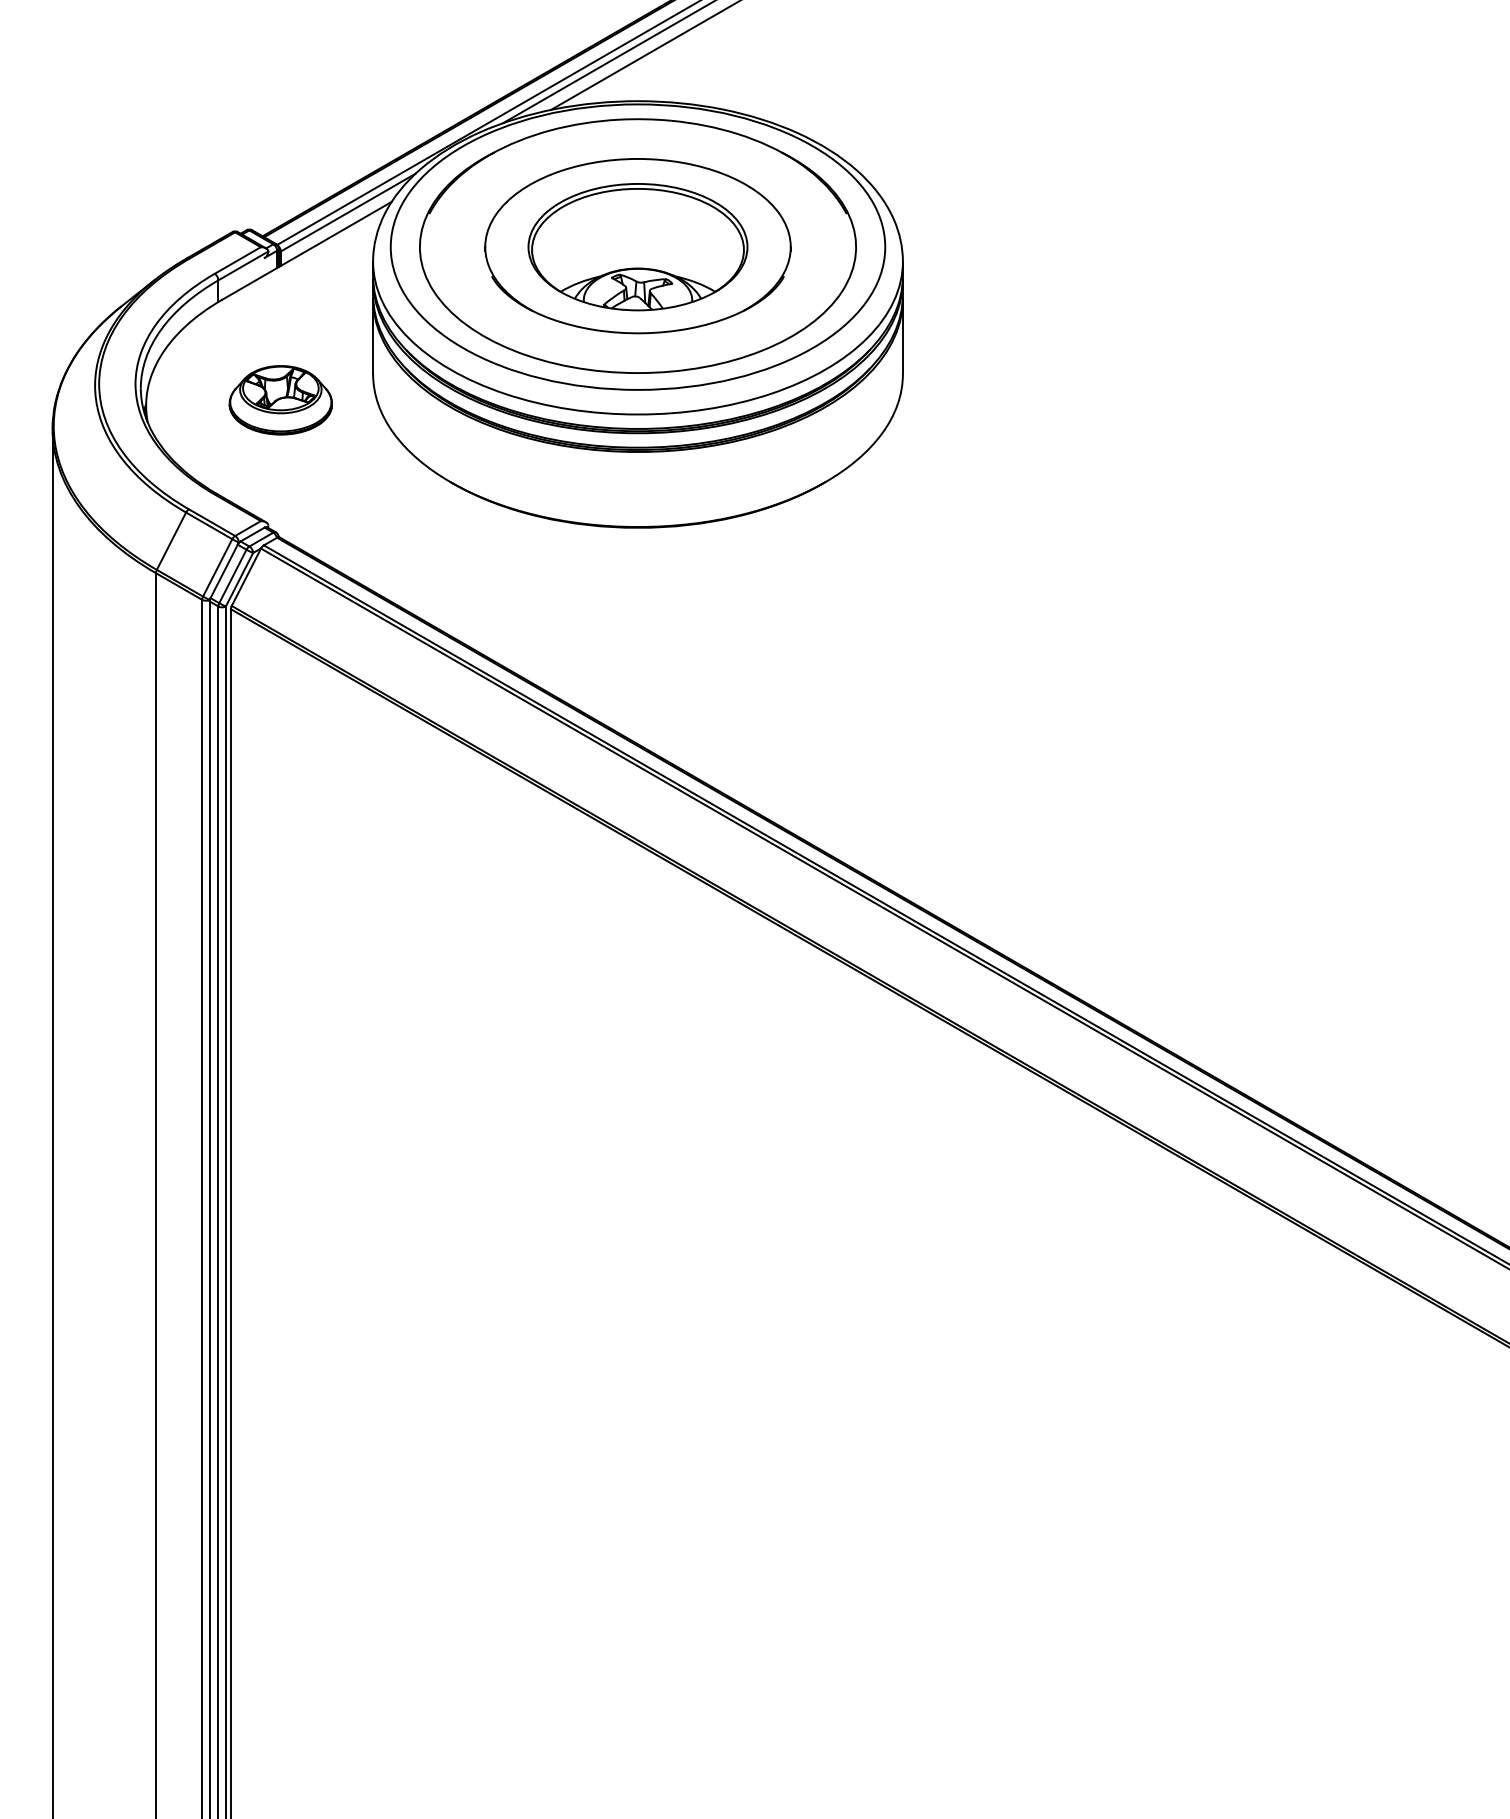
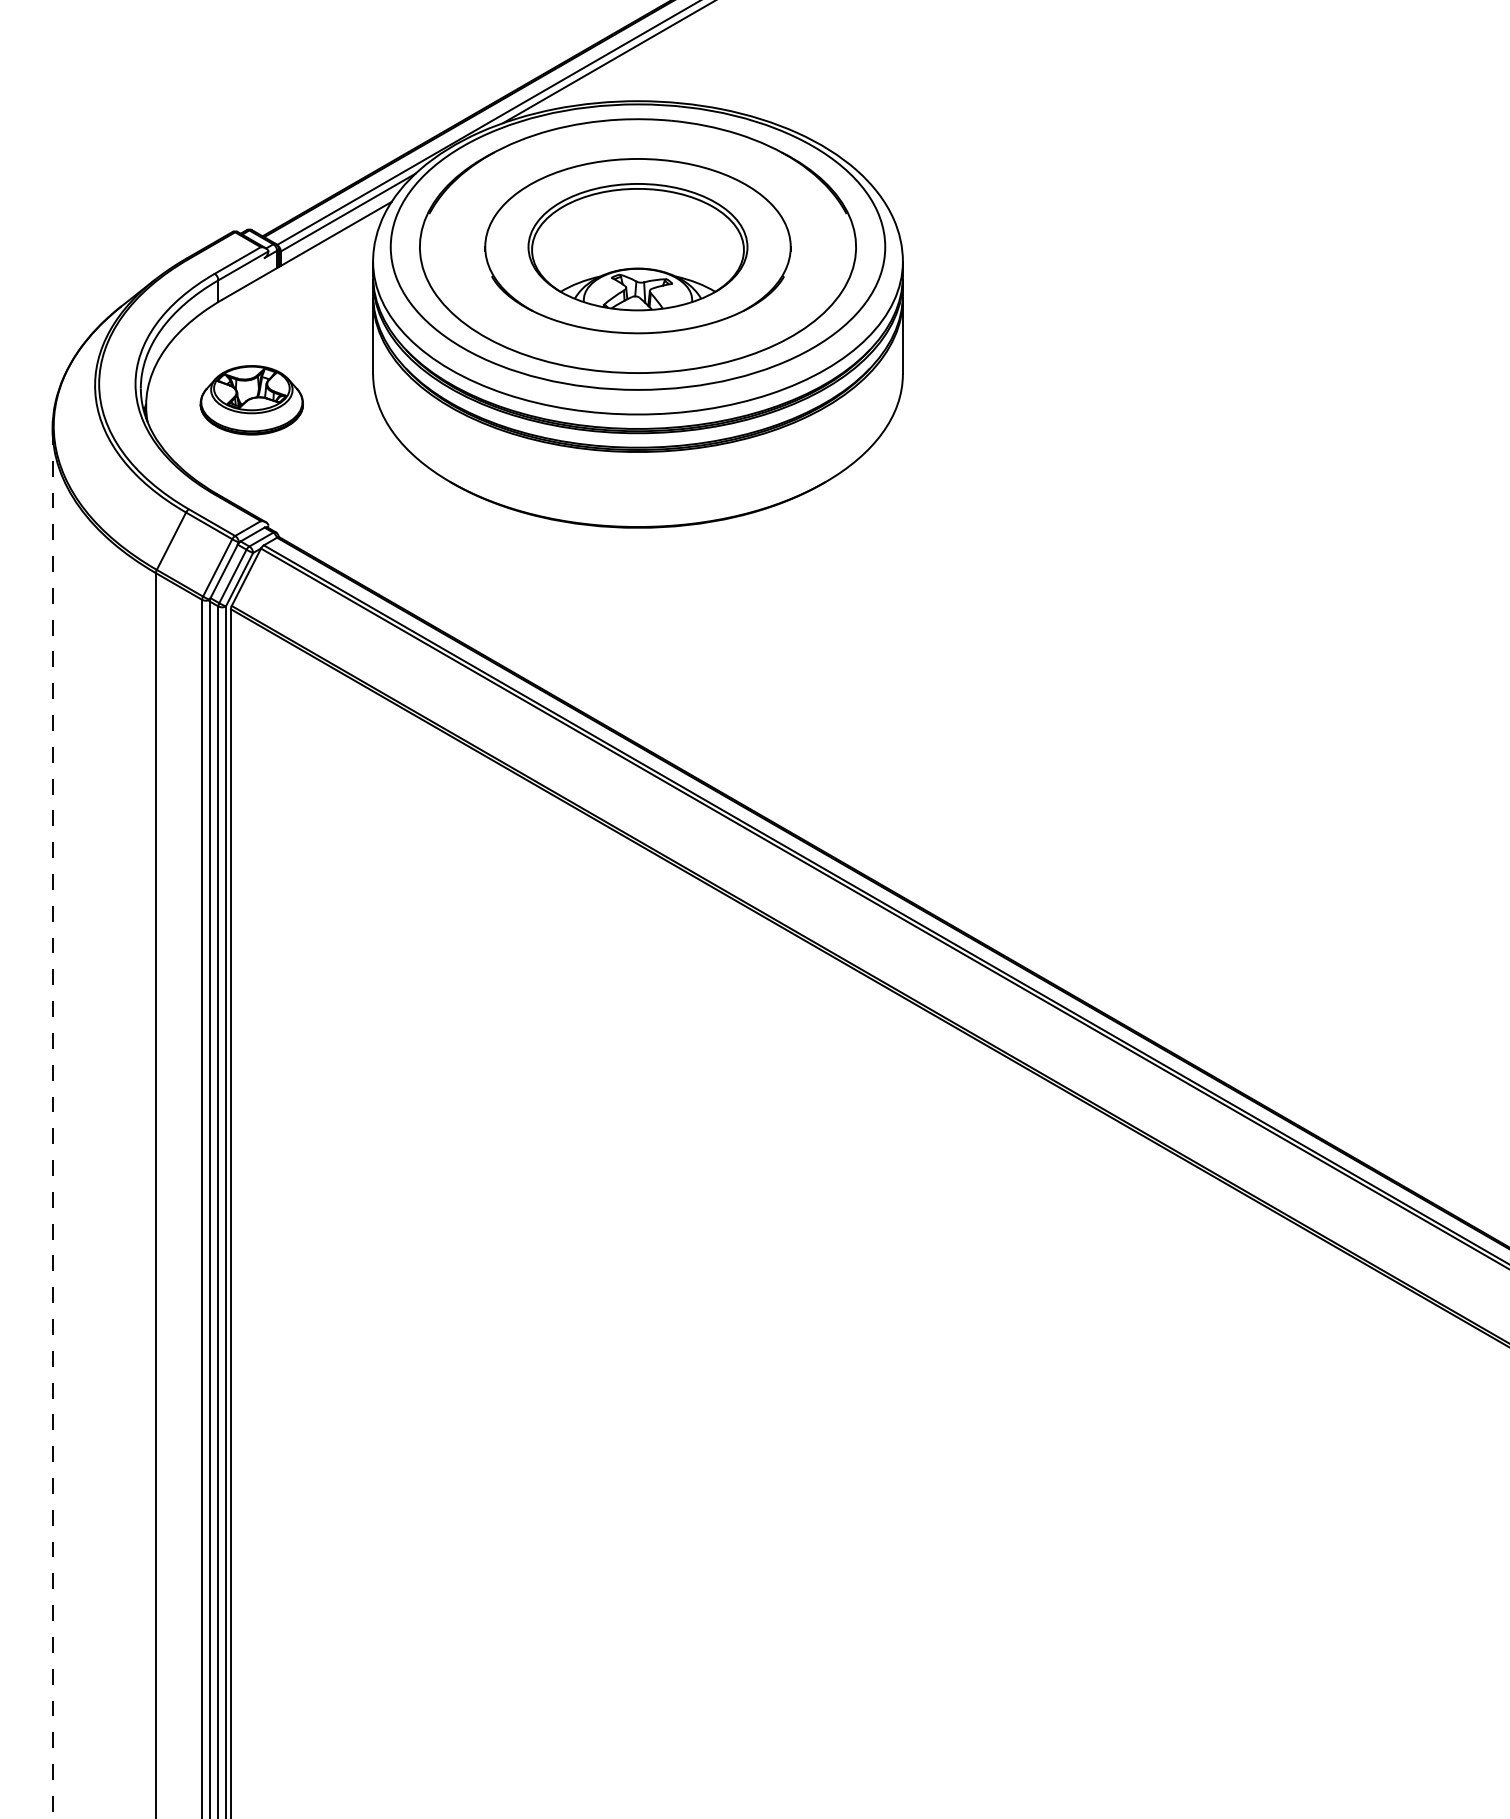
line at (644, 55): present -> none
part at (280, 400) position: (280, 400) -> (251, 400)
line at (52, 1123): solid -> dashed
